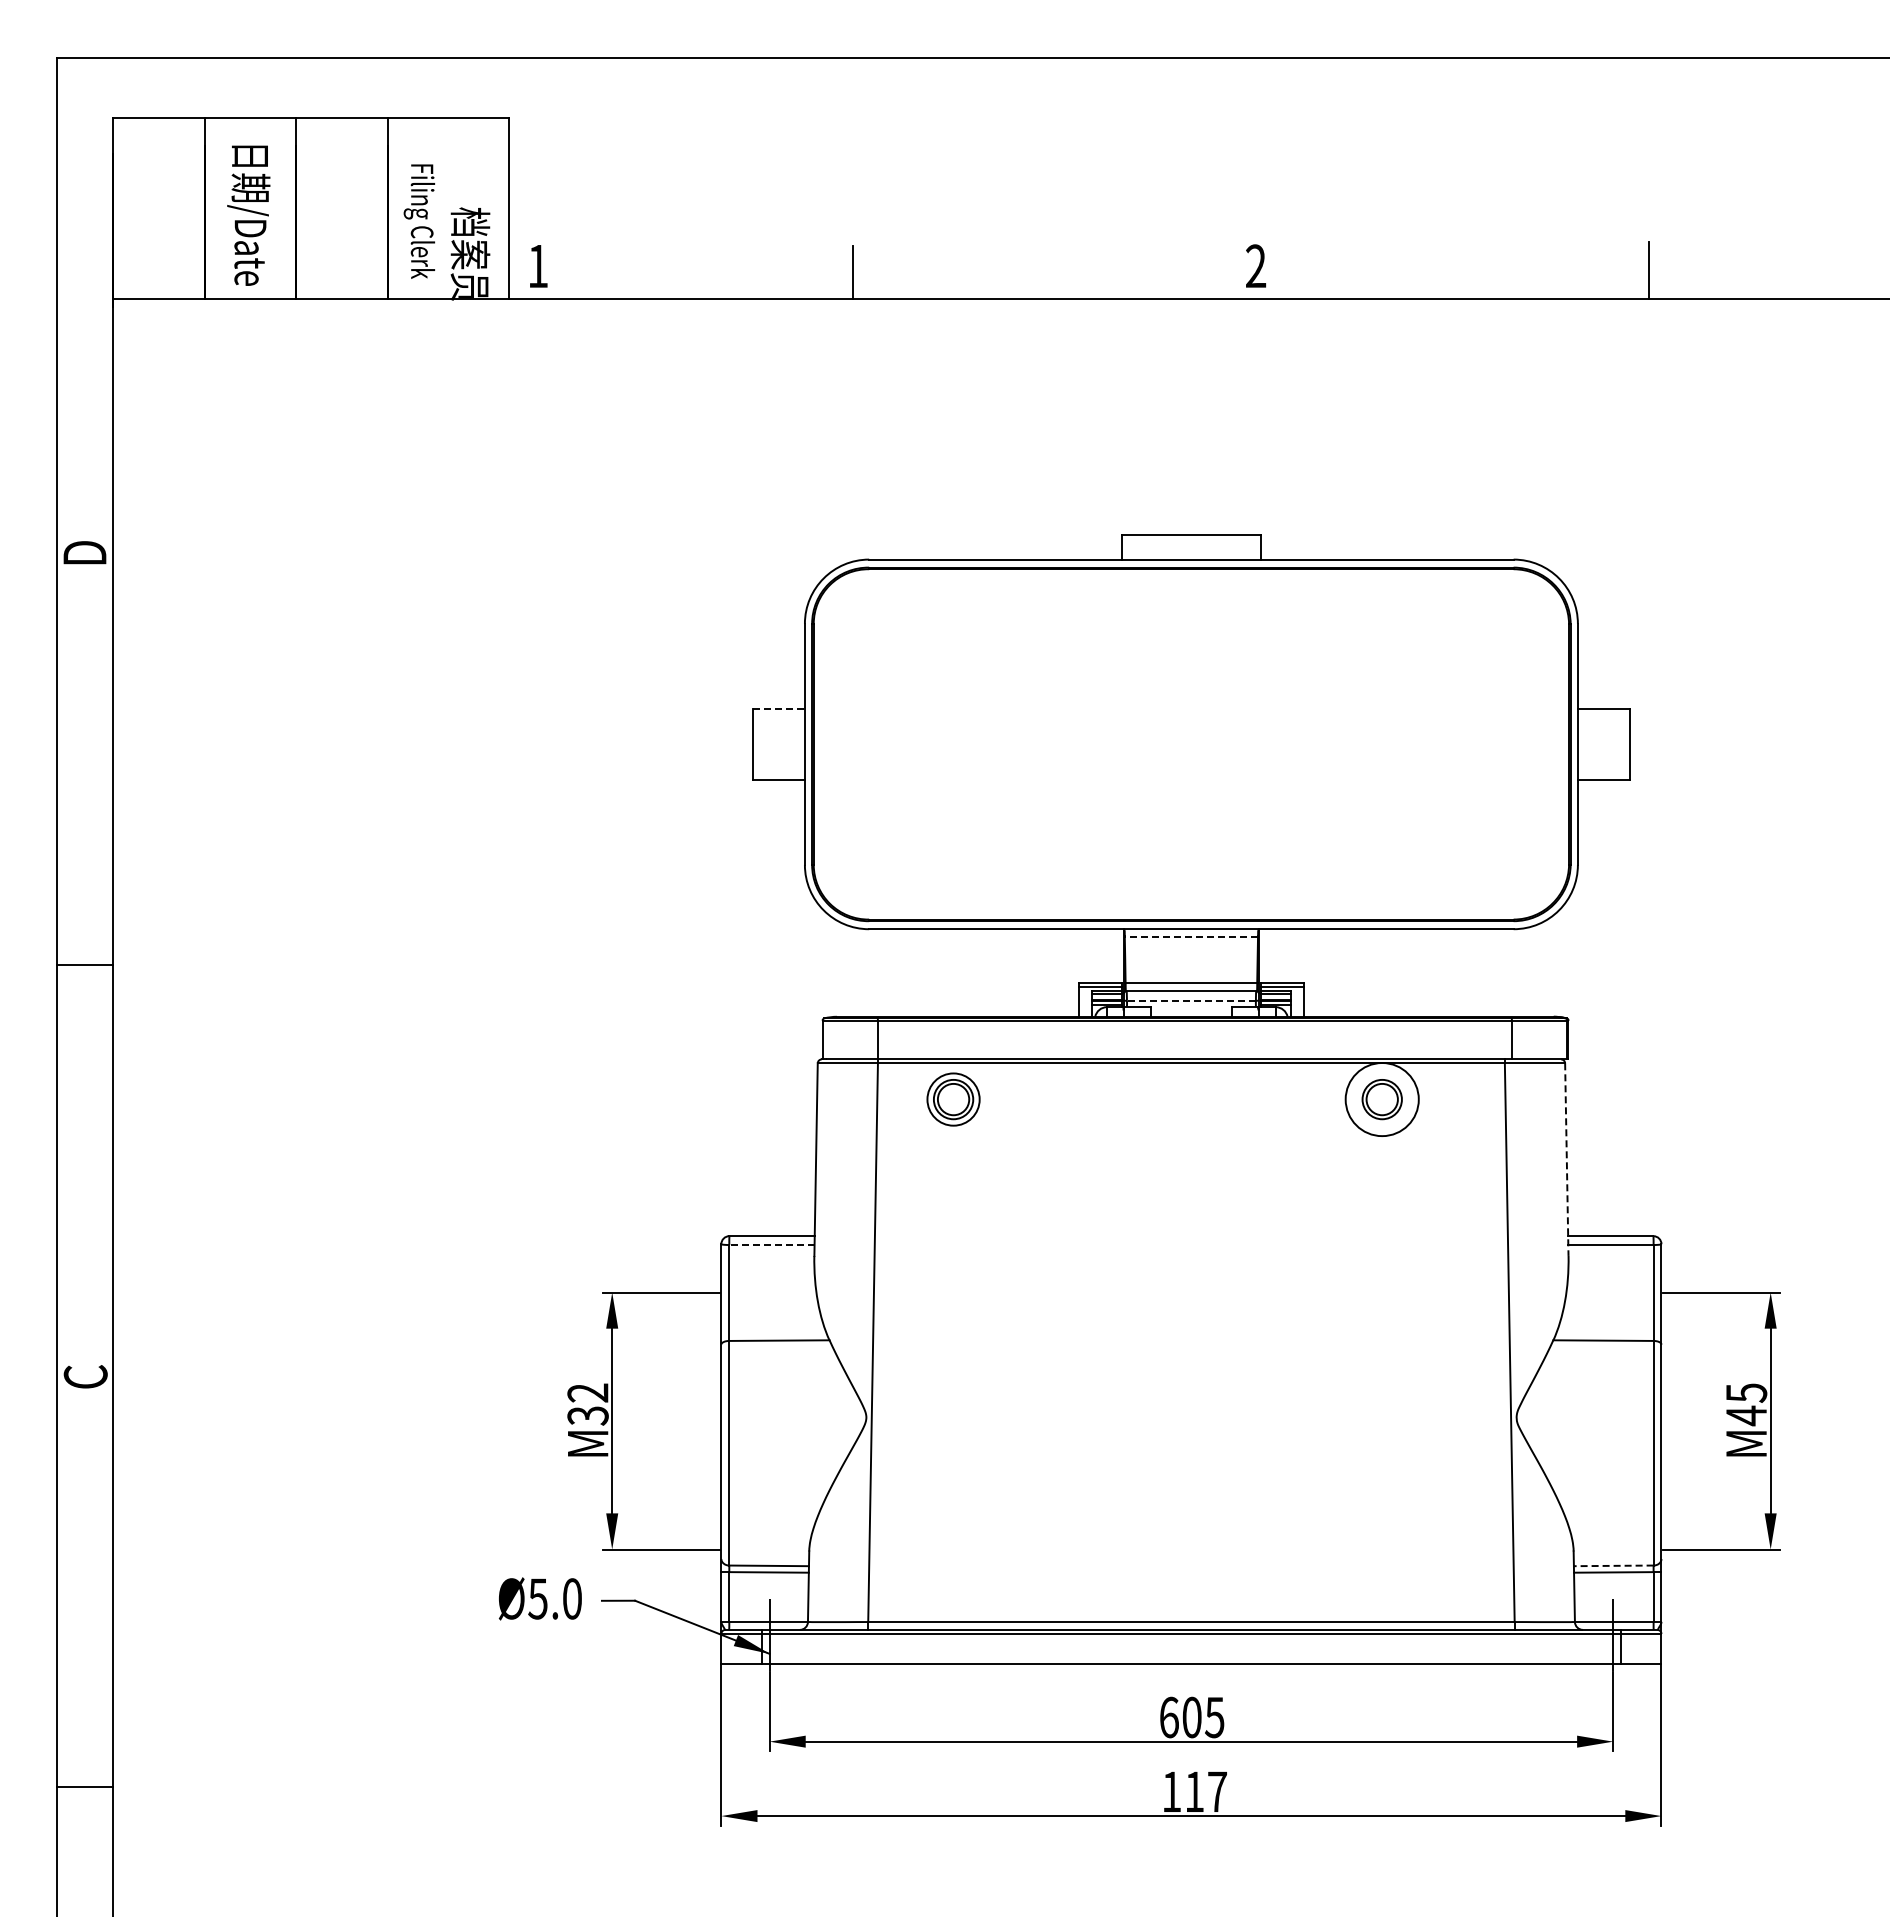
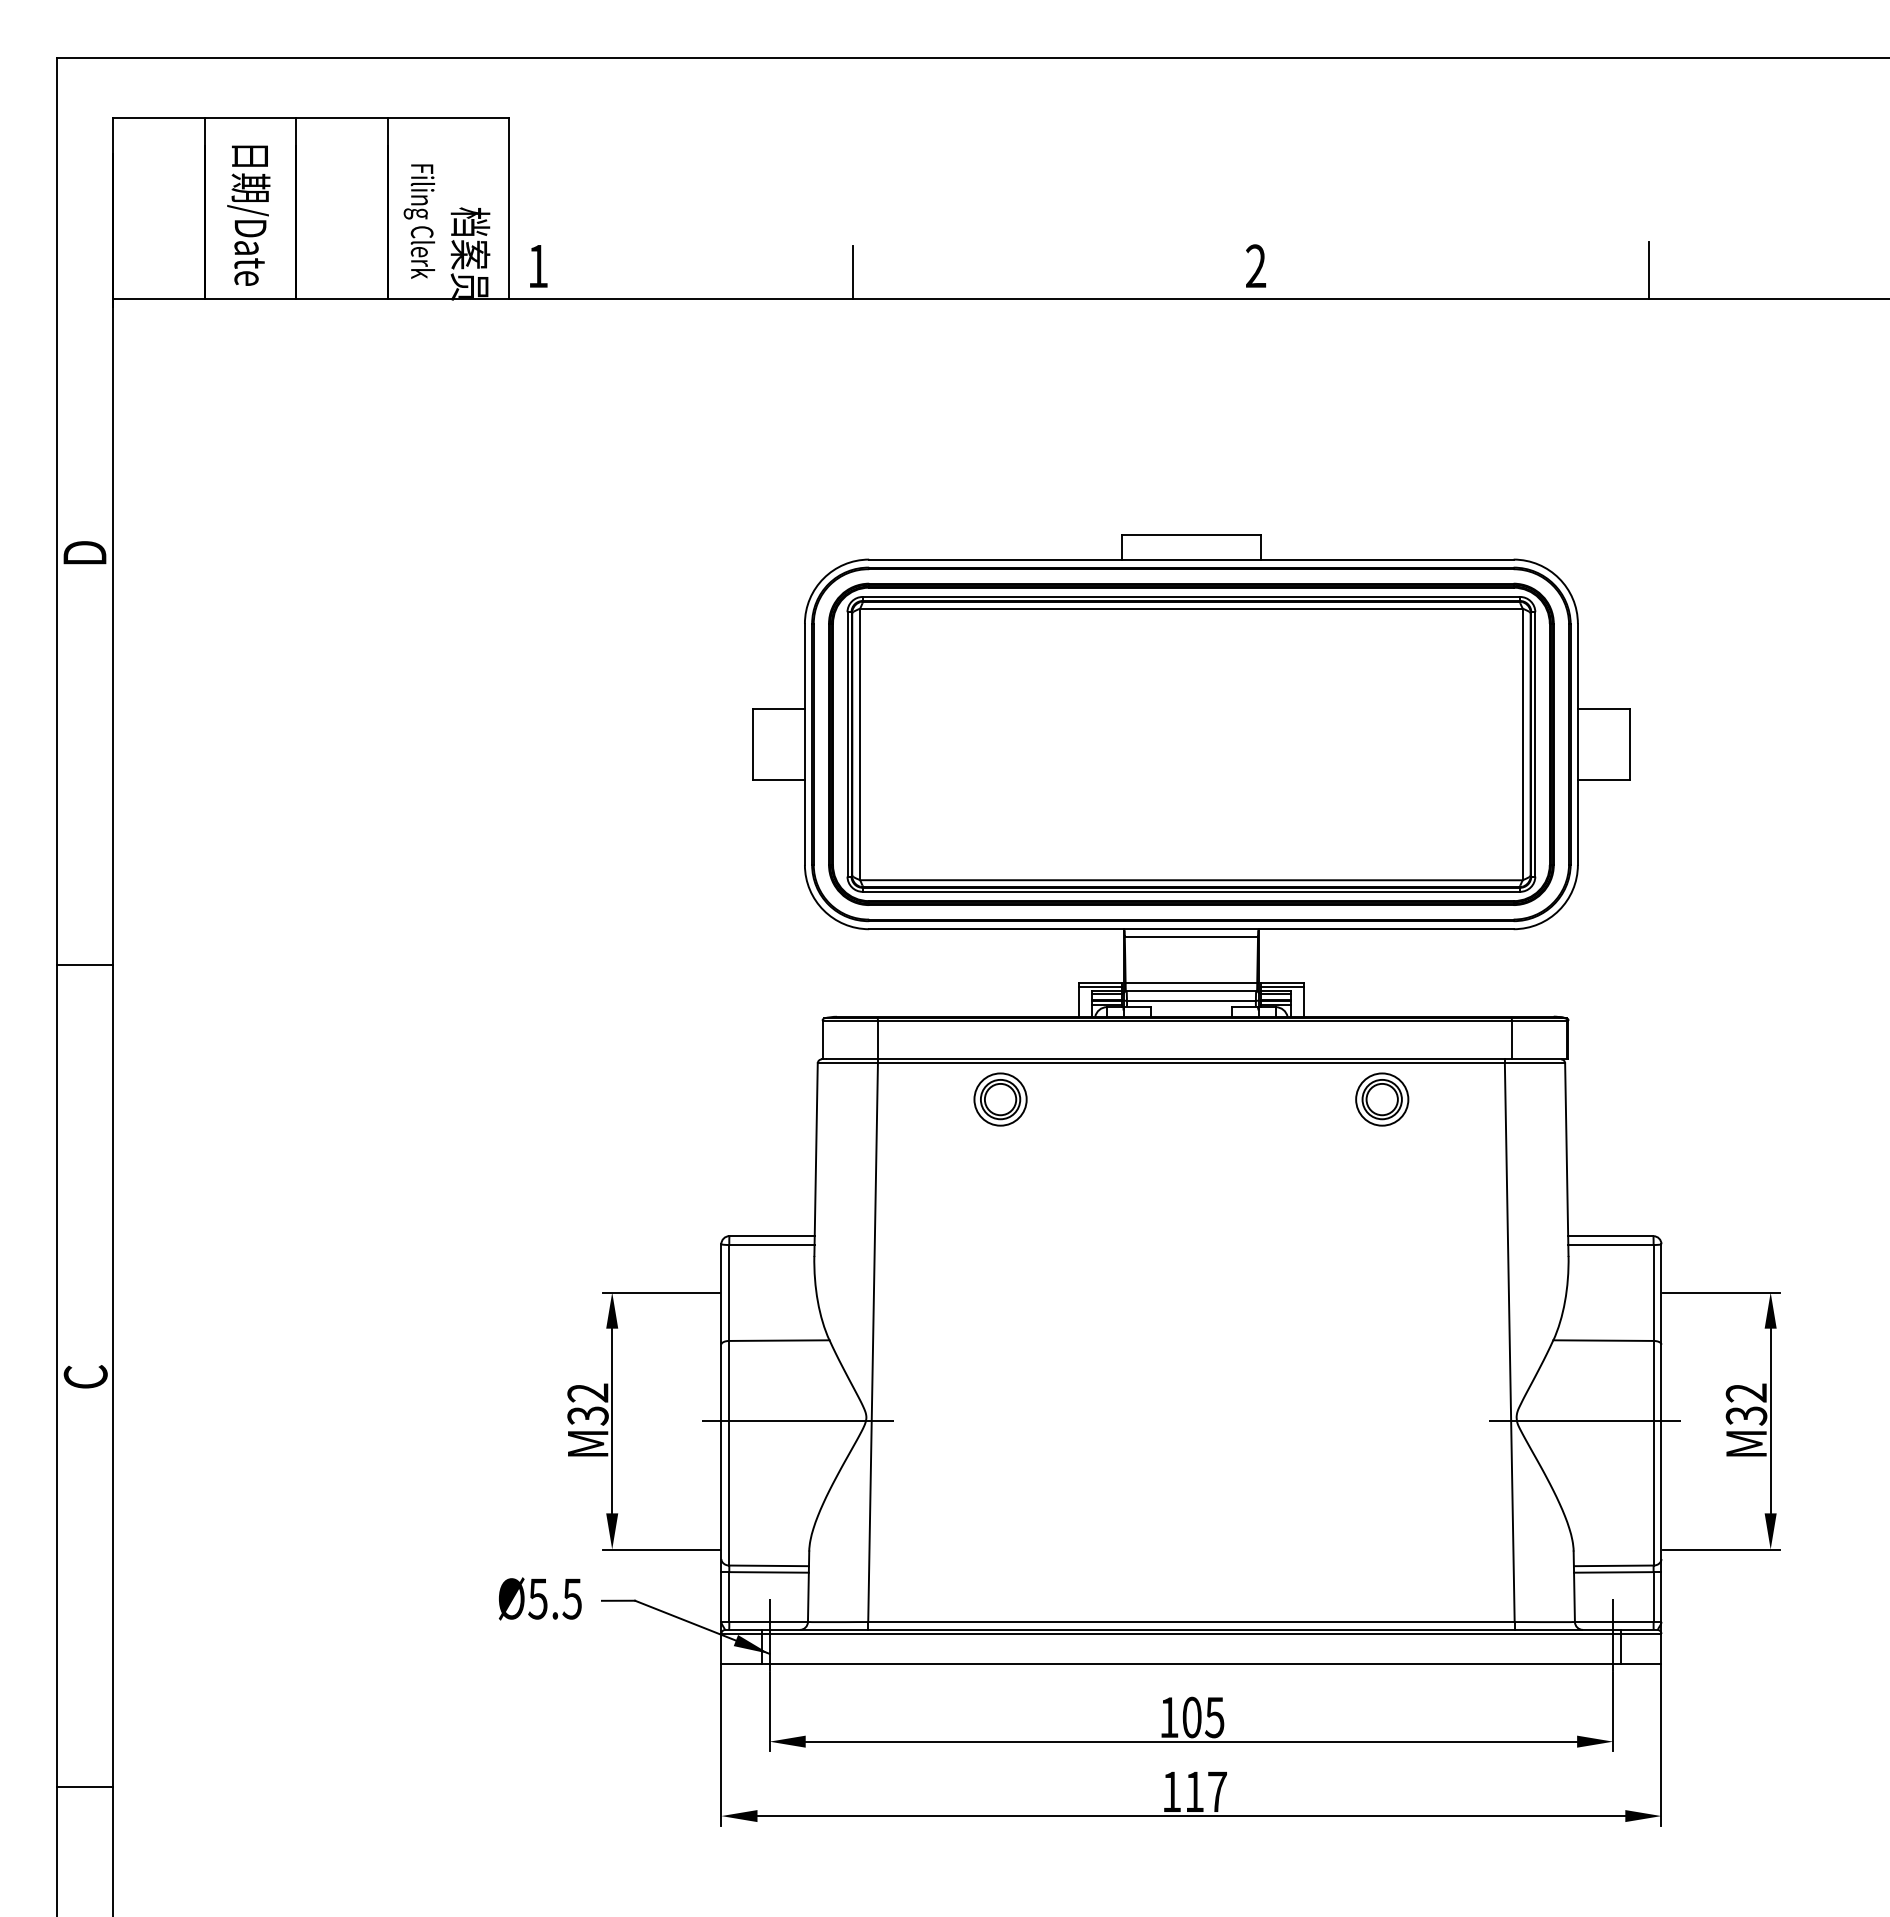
line at (779, 709): dashed -> solid
part at (1191, 743): none -> present
line at (1191, 937): dashed -> solid
line at (1190, 1000): dashed -> solid
part at (953, 1099) position: (953, 1099) -> (1000, 1099)
circle at (1381, 1099) diameter: 73 px -> 52 px
line at (1566, 1160): dashed -> solid
line at (771, 1245): dashed -> solid
text at (1746, 1404): M45 -> M32
line at (797, 1420): none -> present
line at (1584, 1420): none -> present
line at (1613, 1565): dashed -> solid
text at (571, 1598): Ø5.0 -> Ø5.5
text at (1169, 1717): 605 -> 105
